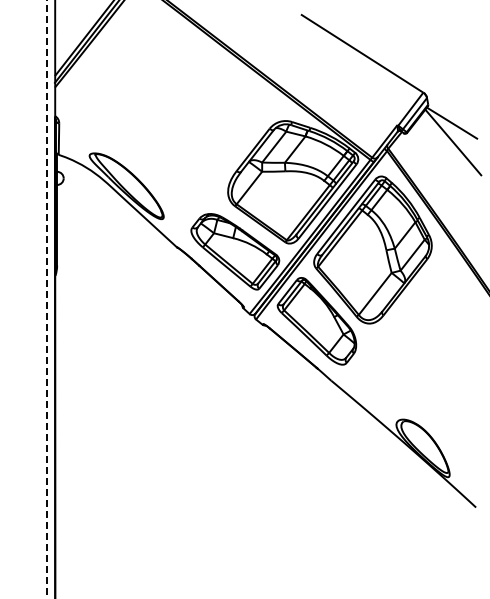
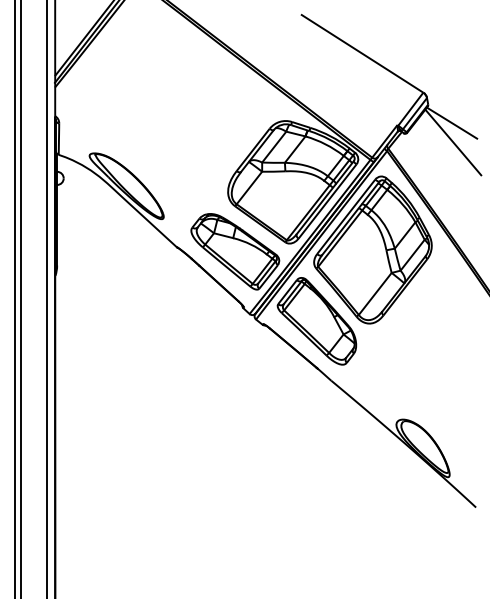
line at (14, 298): none -> present
line at (21, 298): none -> present
line at (46, 299): dashed -> solid
